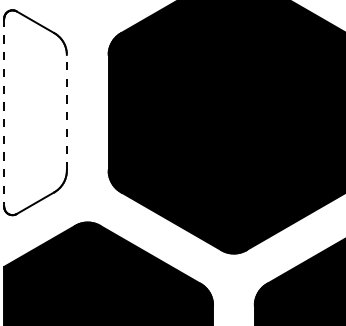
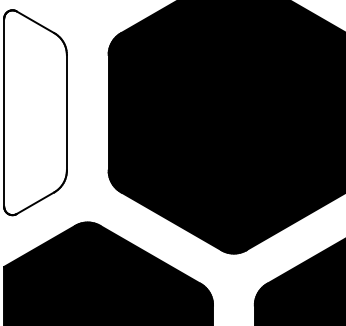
line at (66, 112): dashed -> solid
line at (4, 113): dashed -> solid
